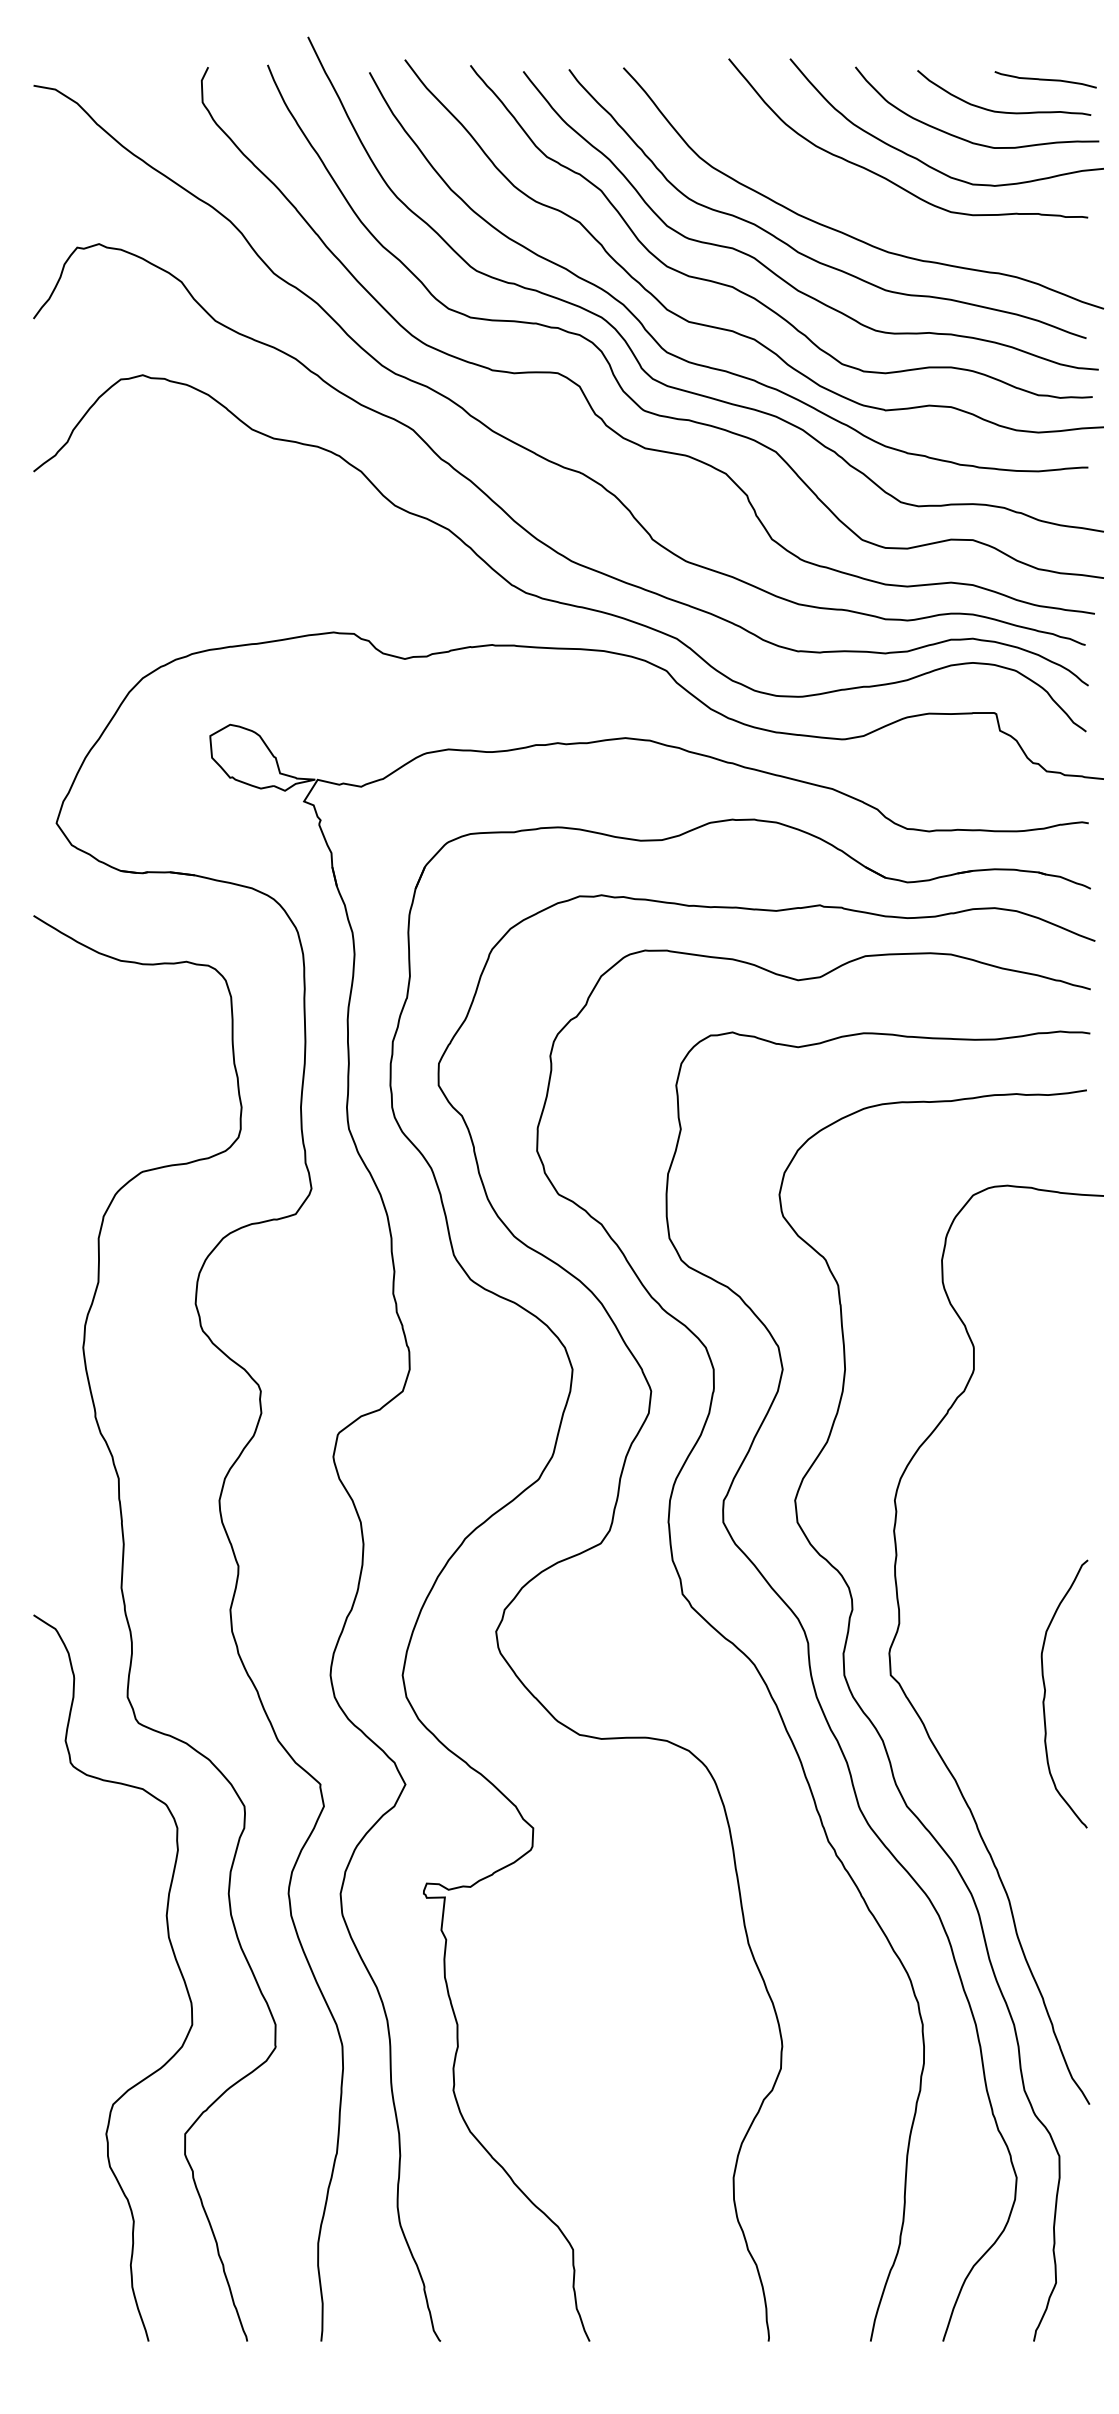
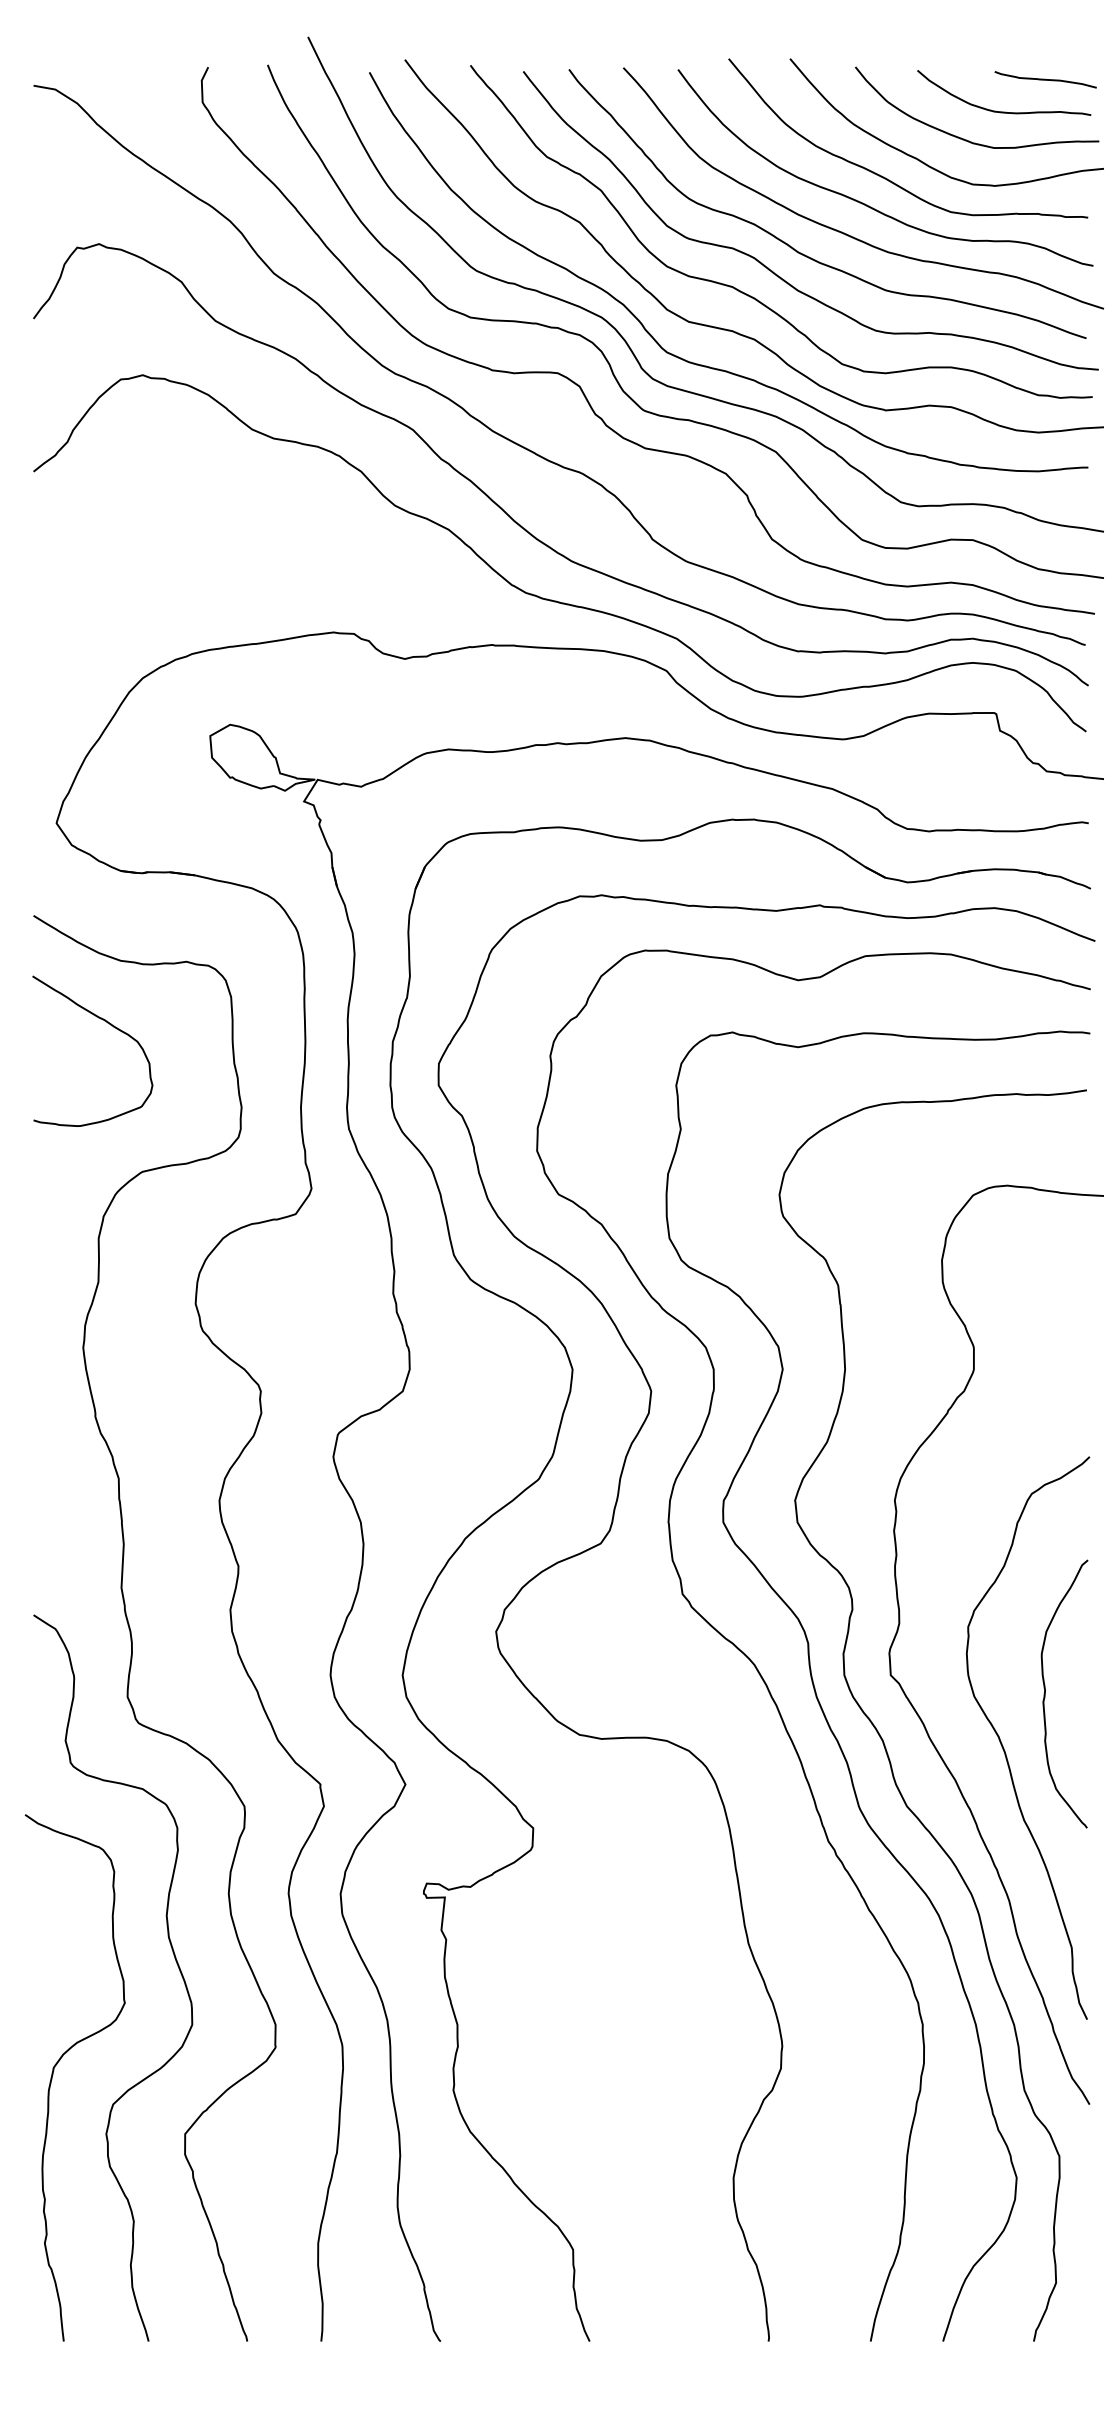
curve at (867, 204): none -> present
curve at (110, 1025): none -> present
curve at (1004, 1748): none -> present
curve at (53, 2075): none -> present
